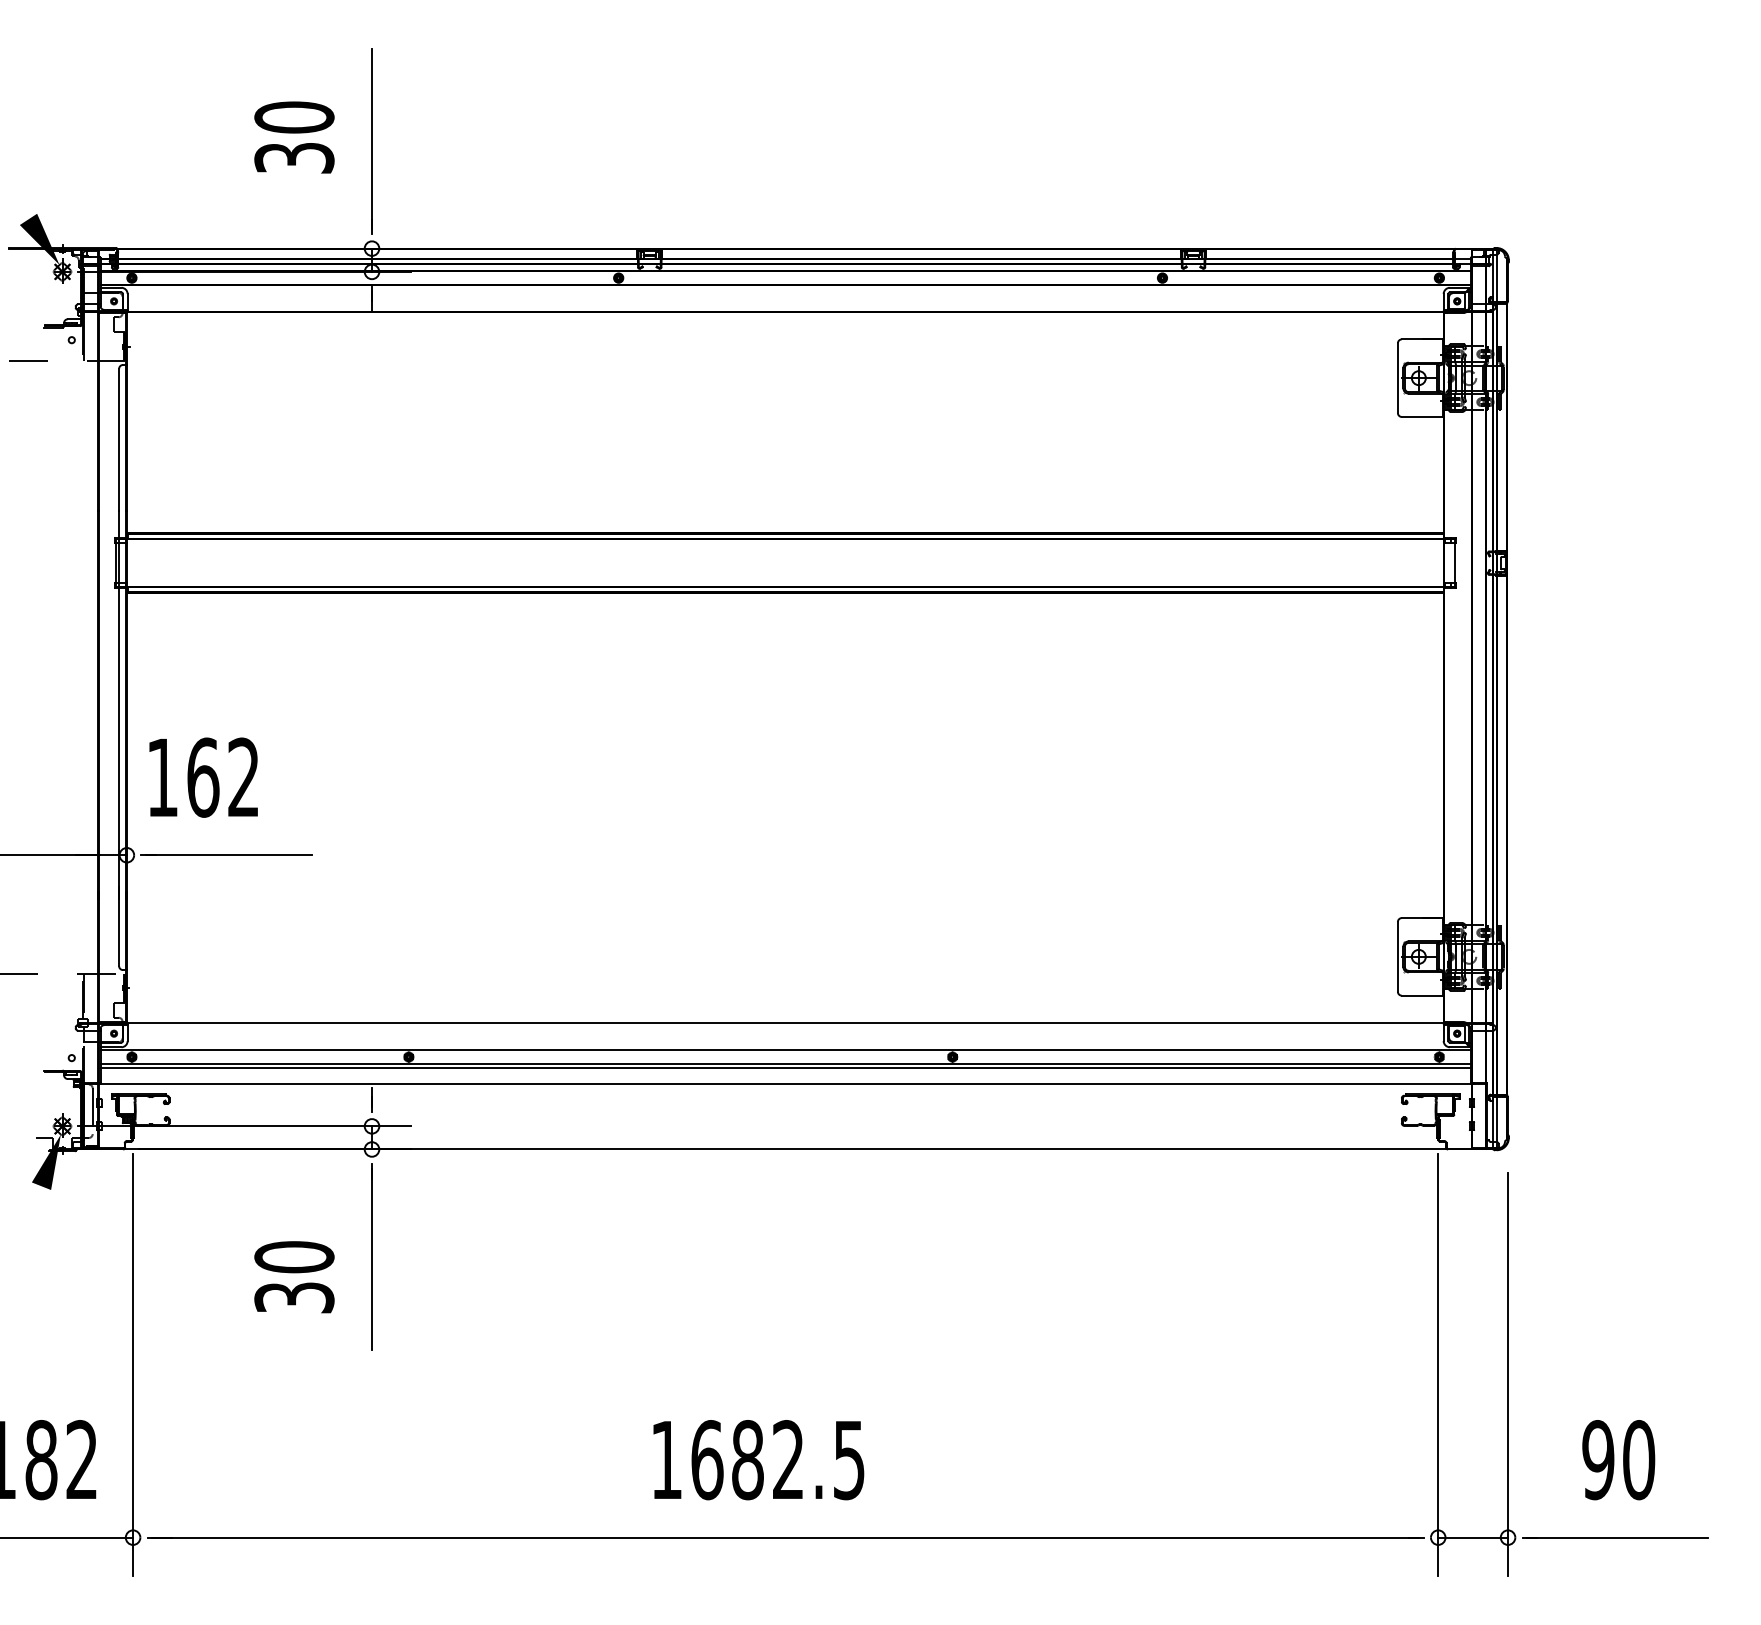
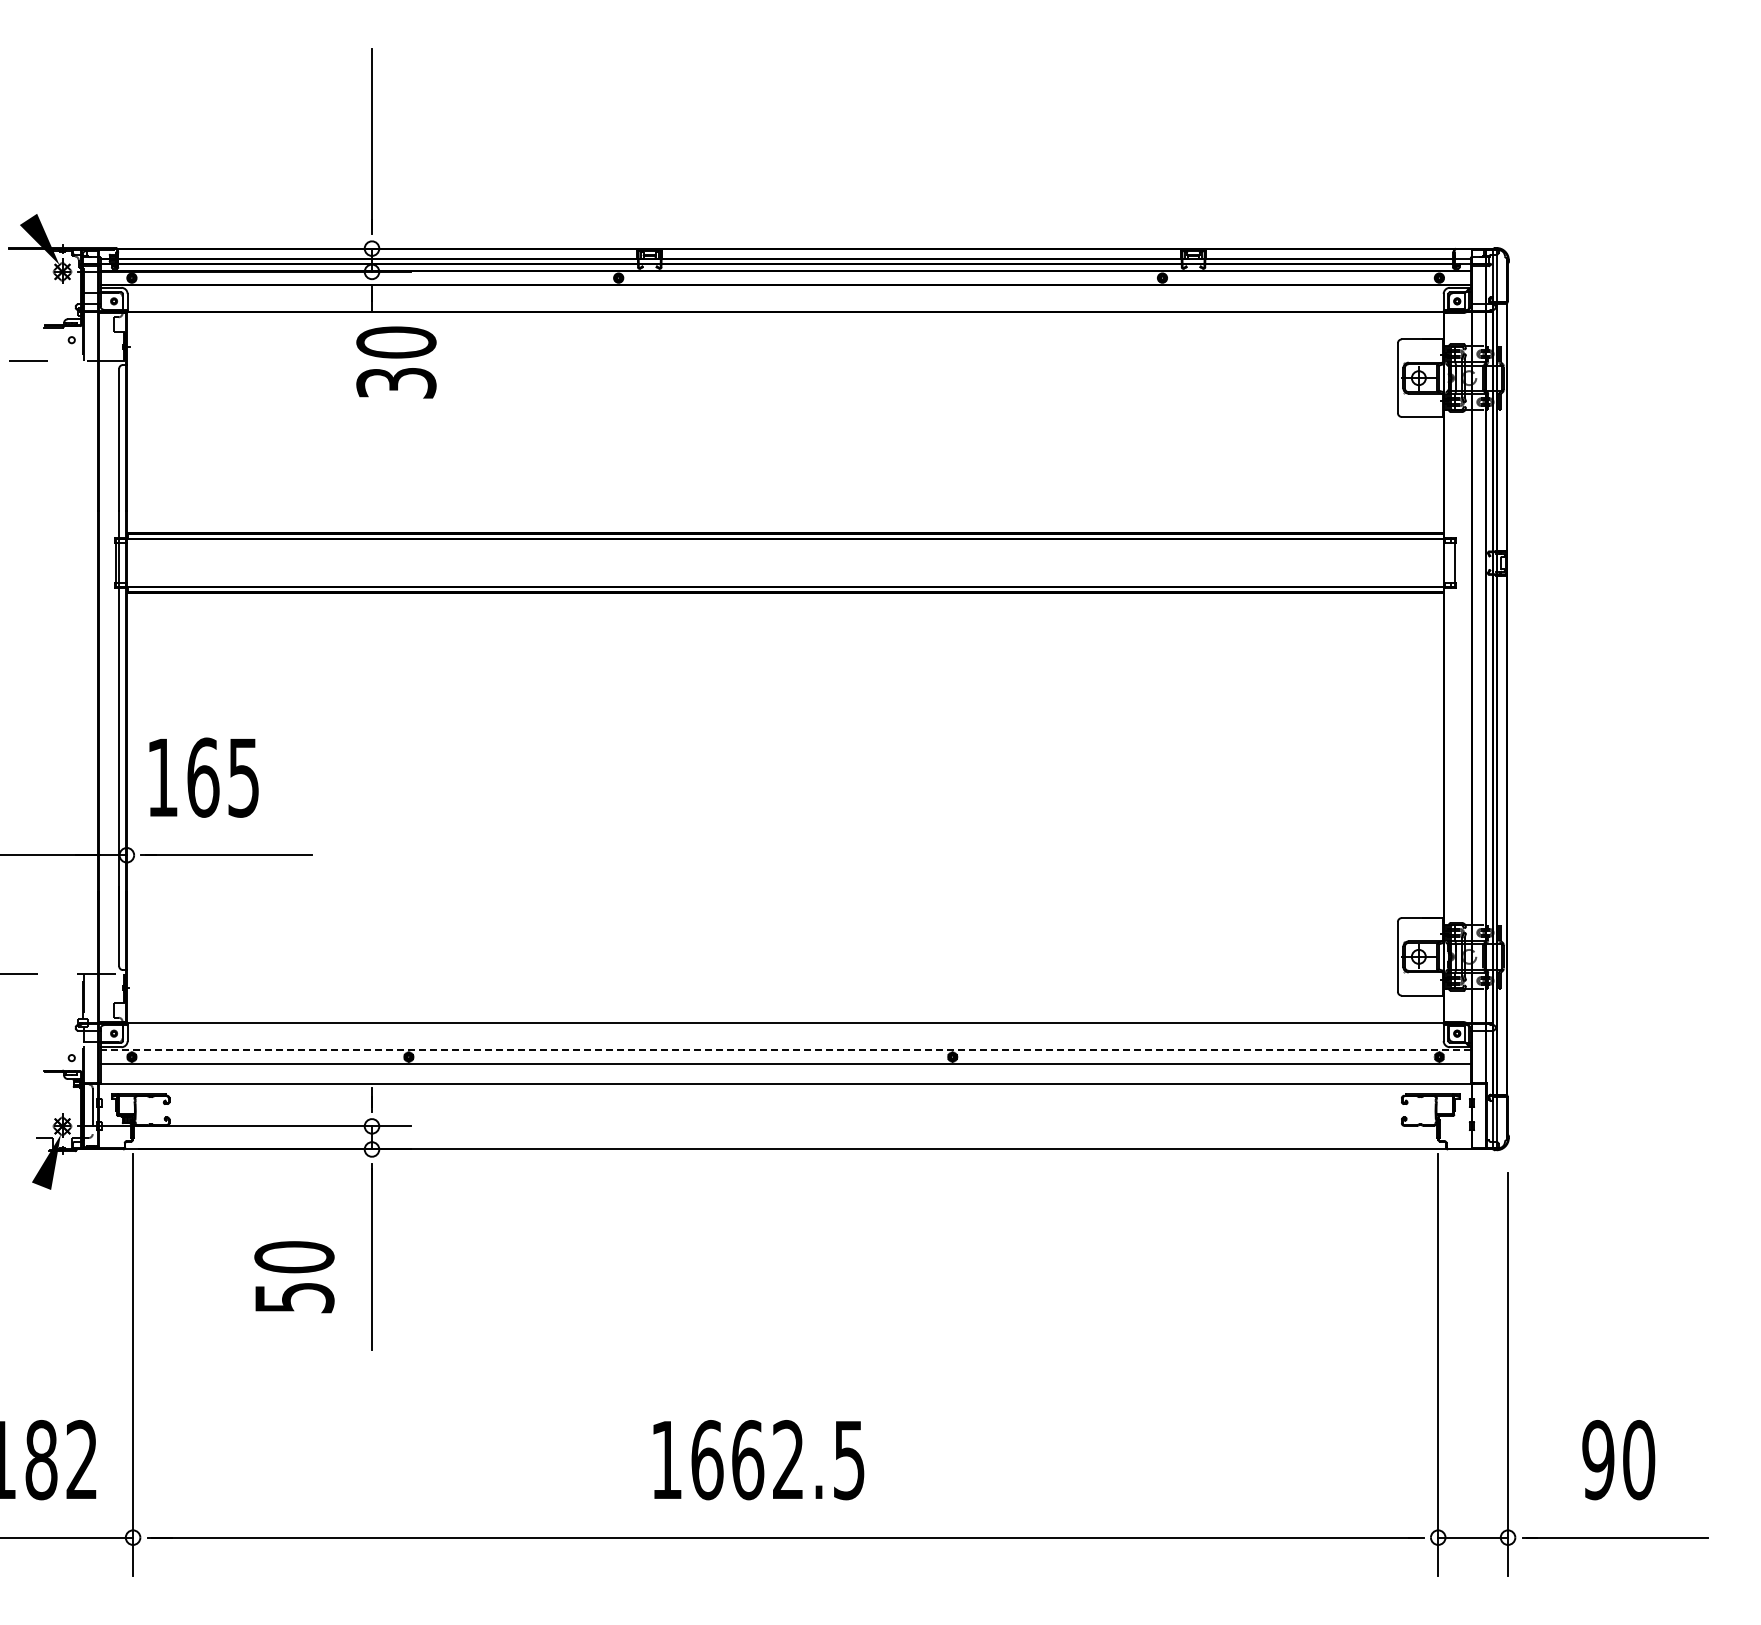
text at (294, 137) position: (294, 137) -> (396, 362)
text at (243, 777): 162 -> 165
line at (785, 1049): solid -> dashed
line at (785, 1068): present -> none
text at (294, 1297): 30 -> 50
text at (748, 1460): 1682.5 -> 1662.5
